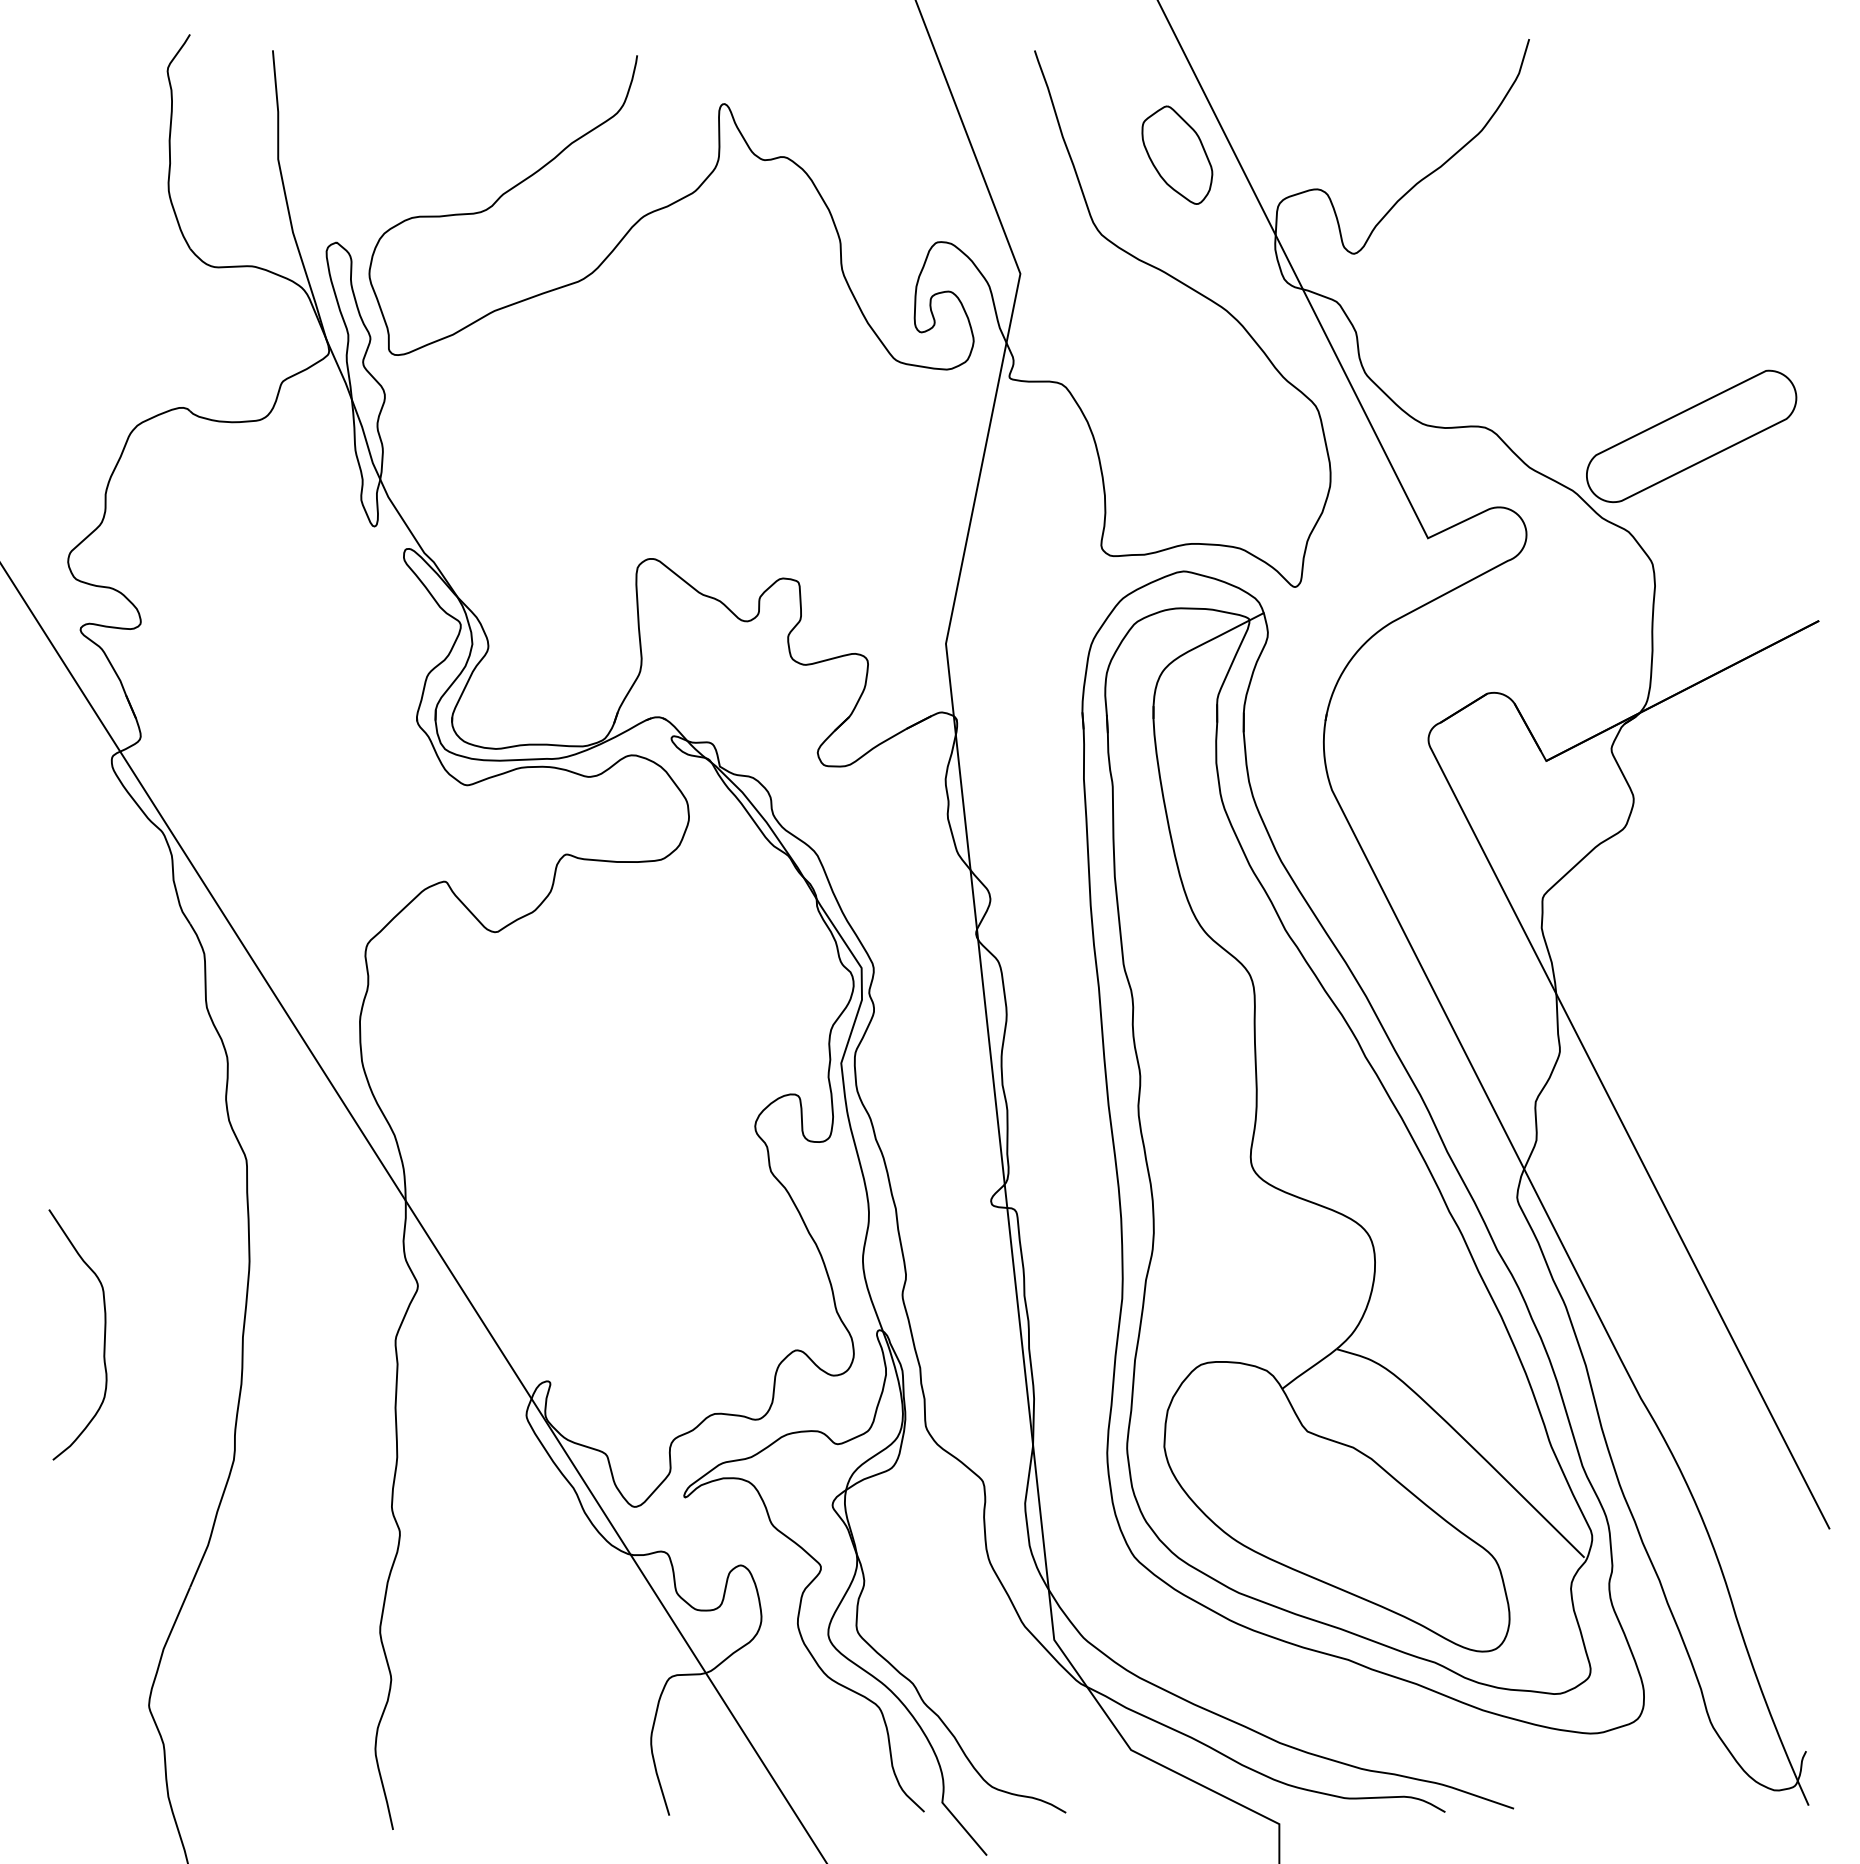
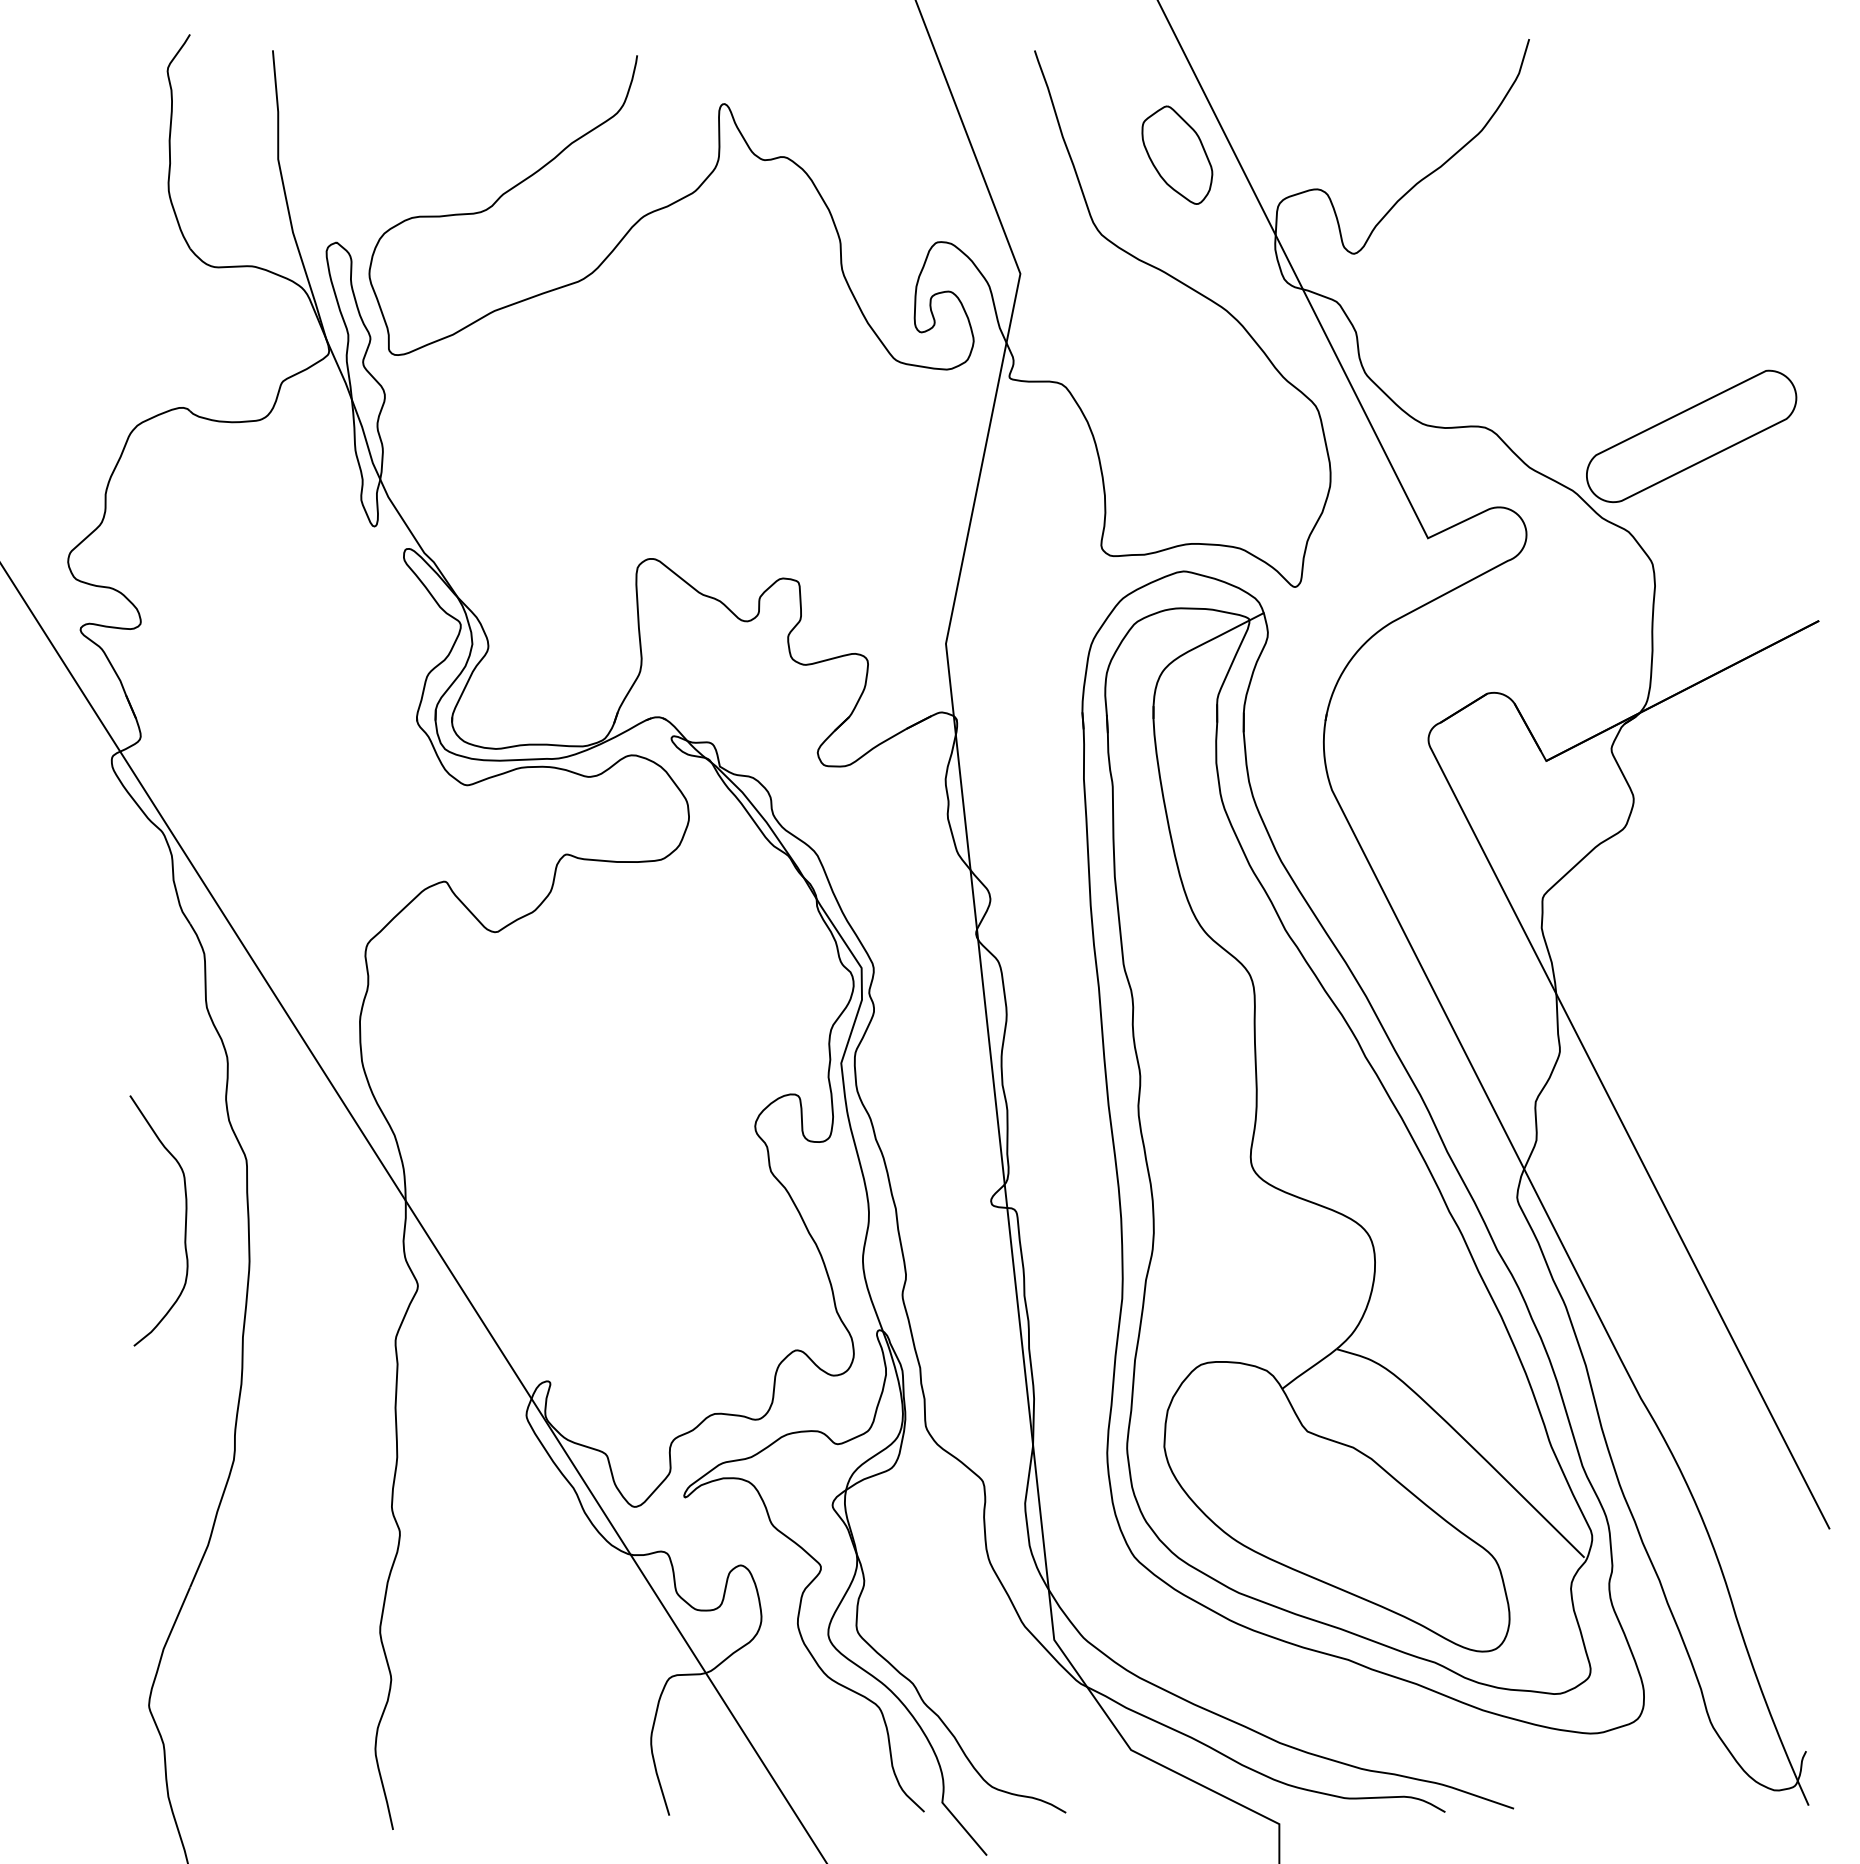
curve at (103, 1341) position: (103, 1341) -> (184, 1227)
